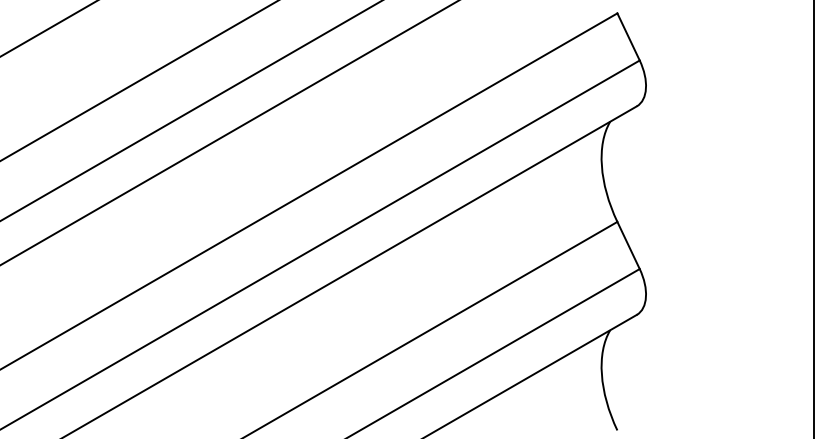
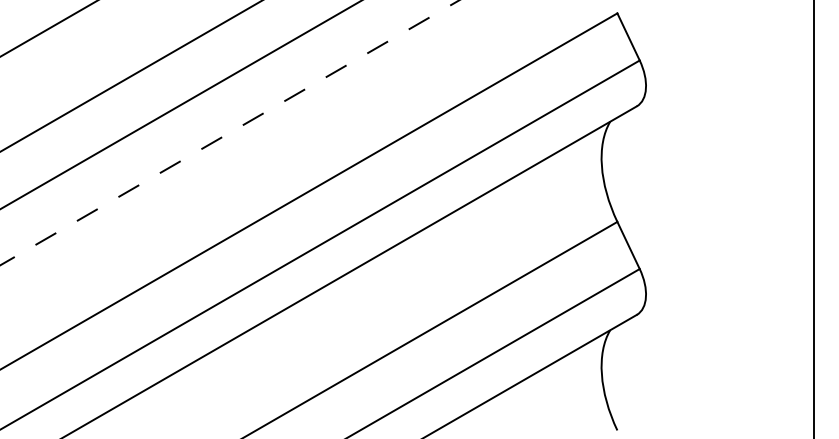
line at (138, 81) position: (138, 81) -> (130, 76)
line at (190, 110) position: (190, 110) -> (180, 105)
line at (229, 132): solid -> dashed
